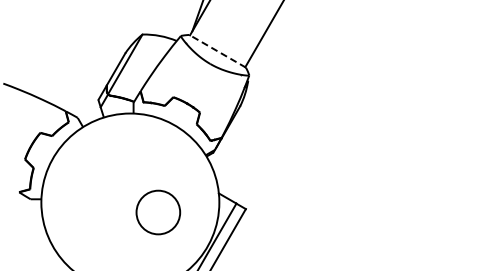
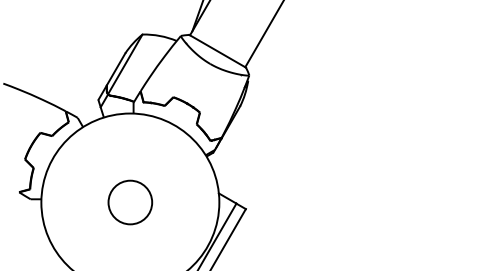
line at (217, 51): dashed -> solid
circle at (158, 212) position: (158, 212) -> (130, 202)
